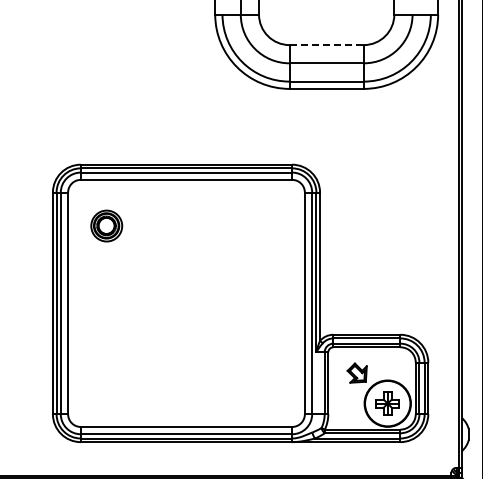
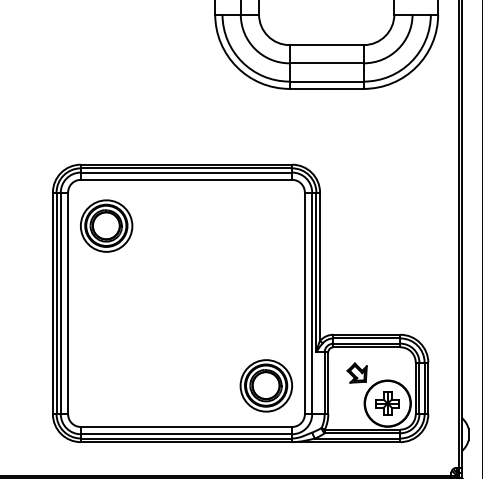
line at (327, 45): dashed -> solid
part at (106, 225) size: 34x34 px -> 54x54 px
part at (265, 385): none -> present
